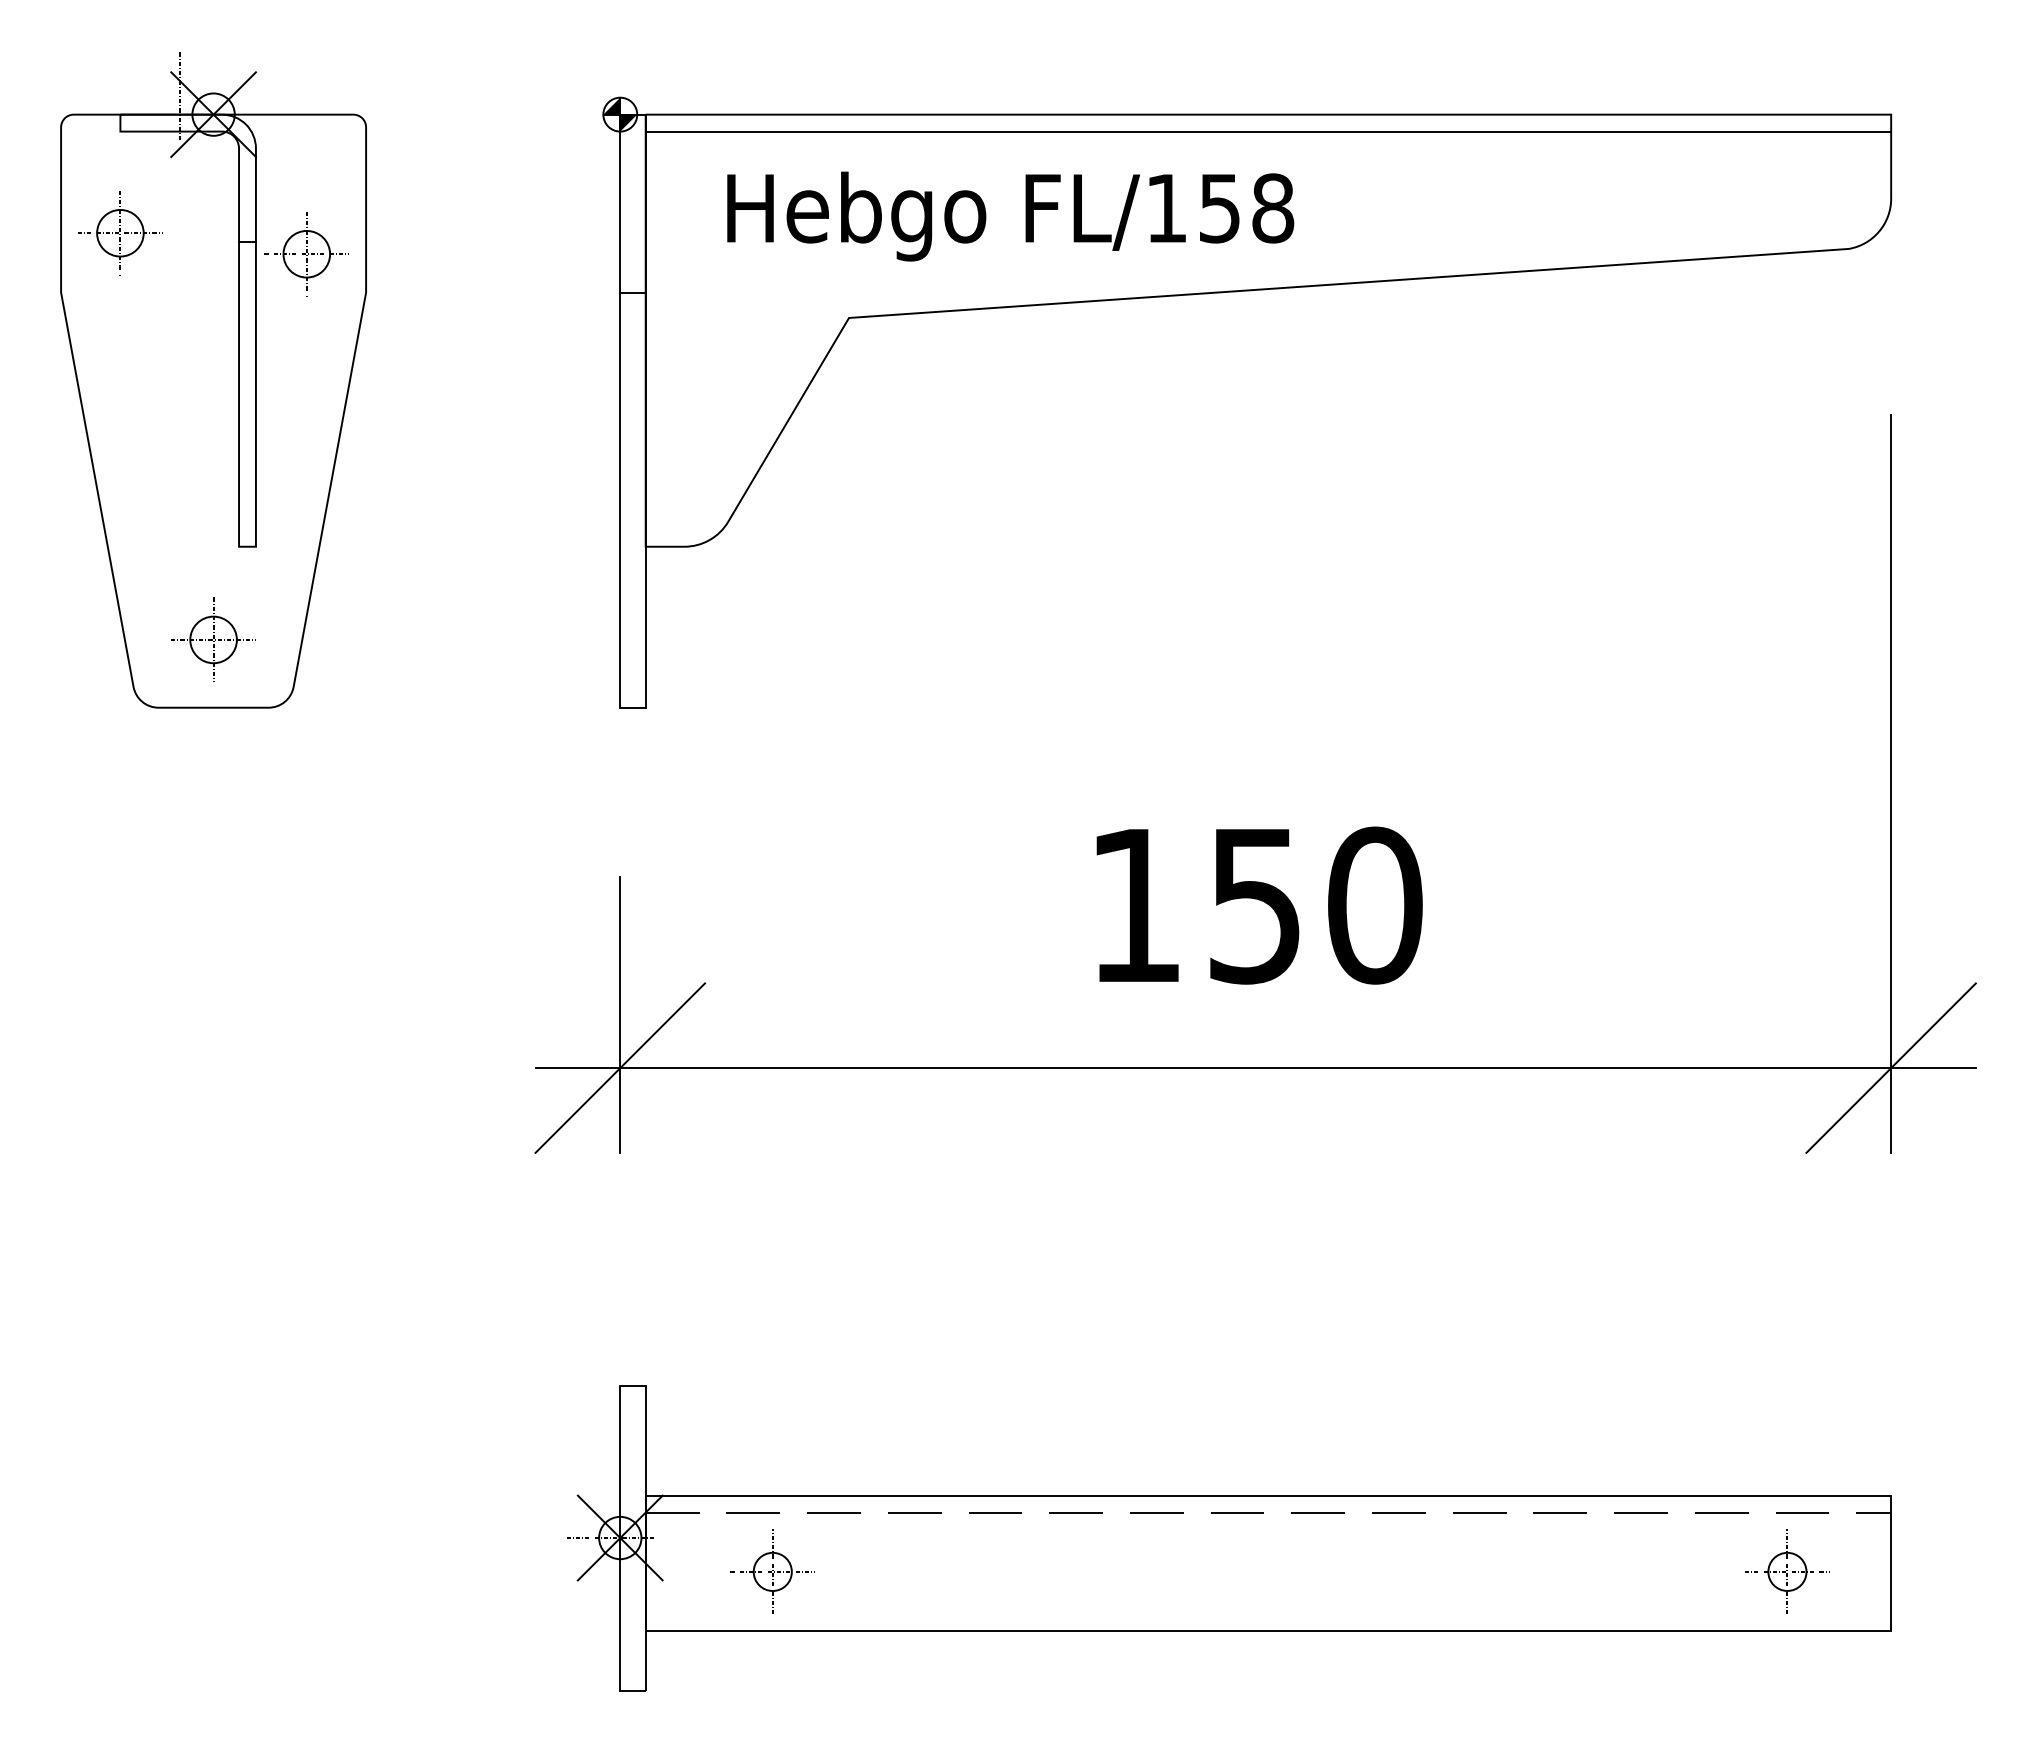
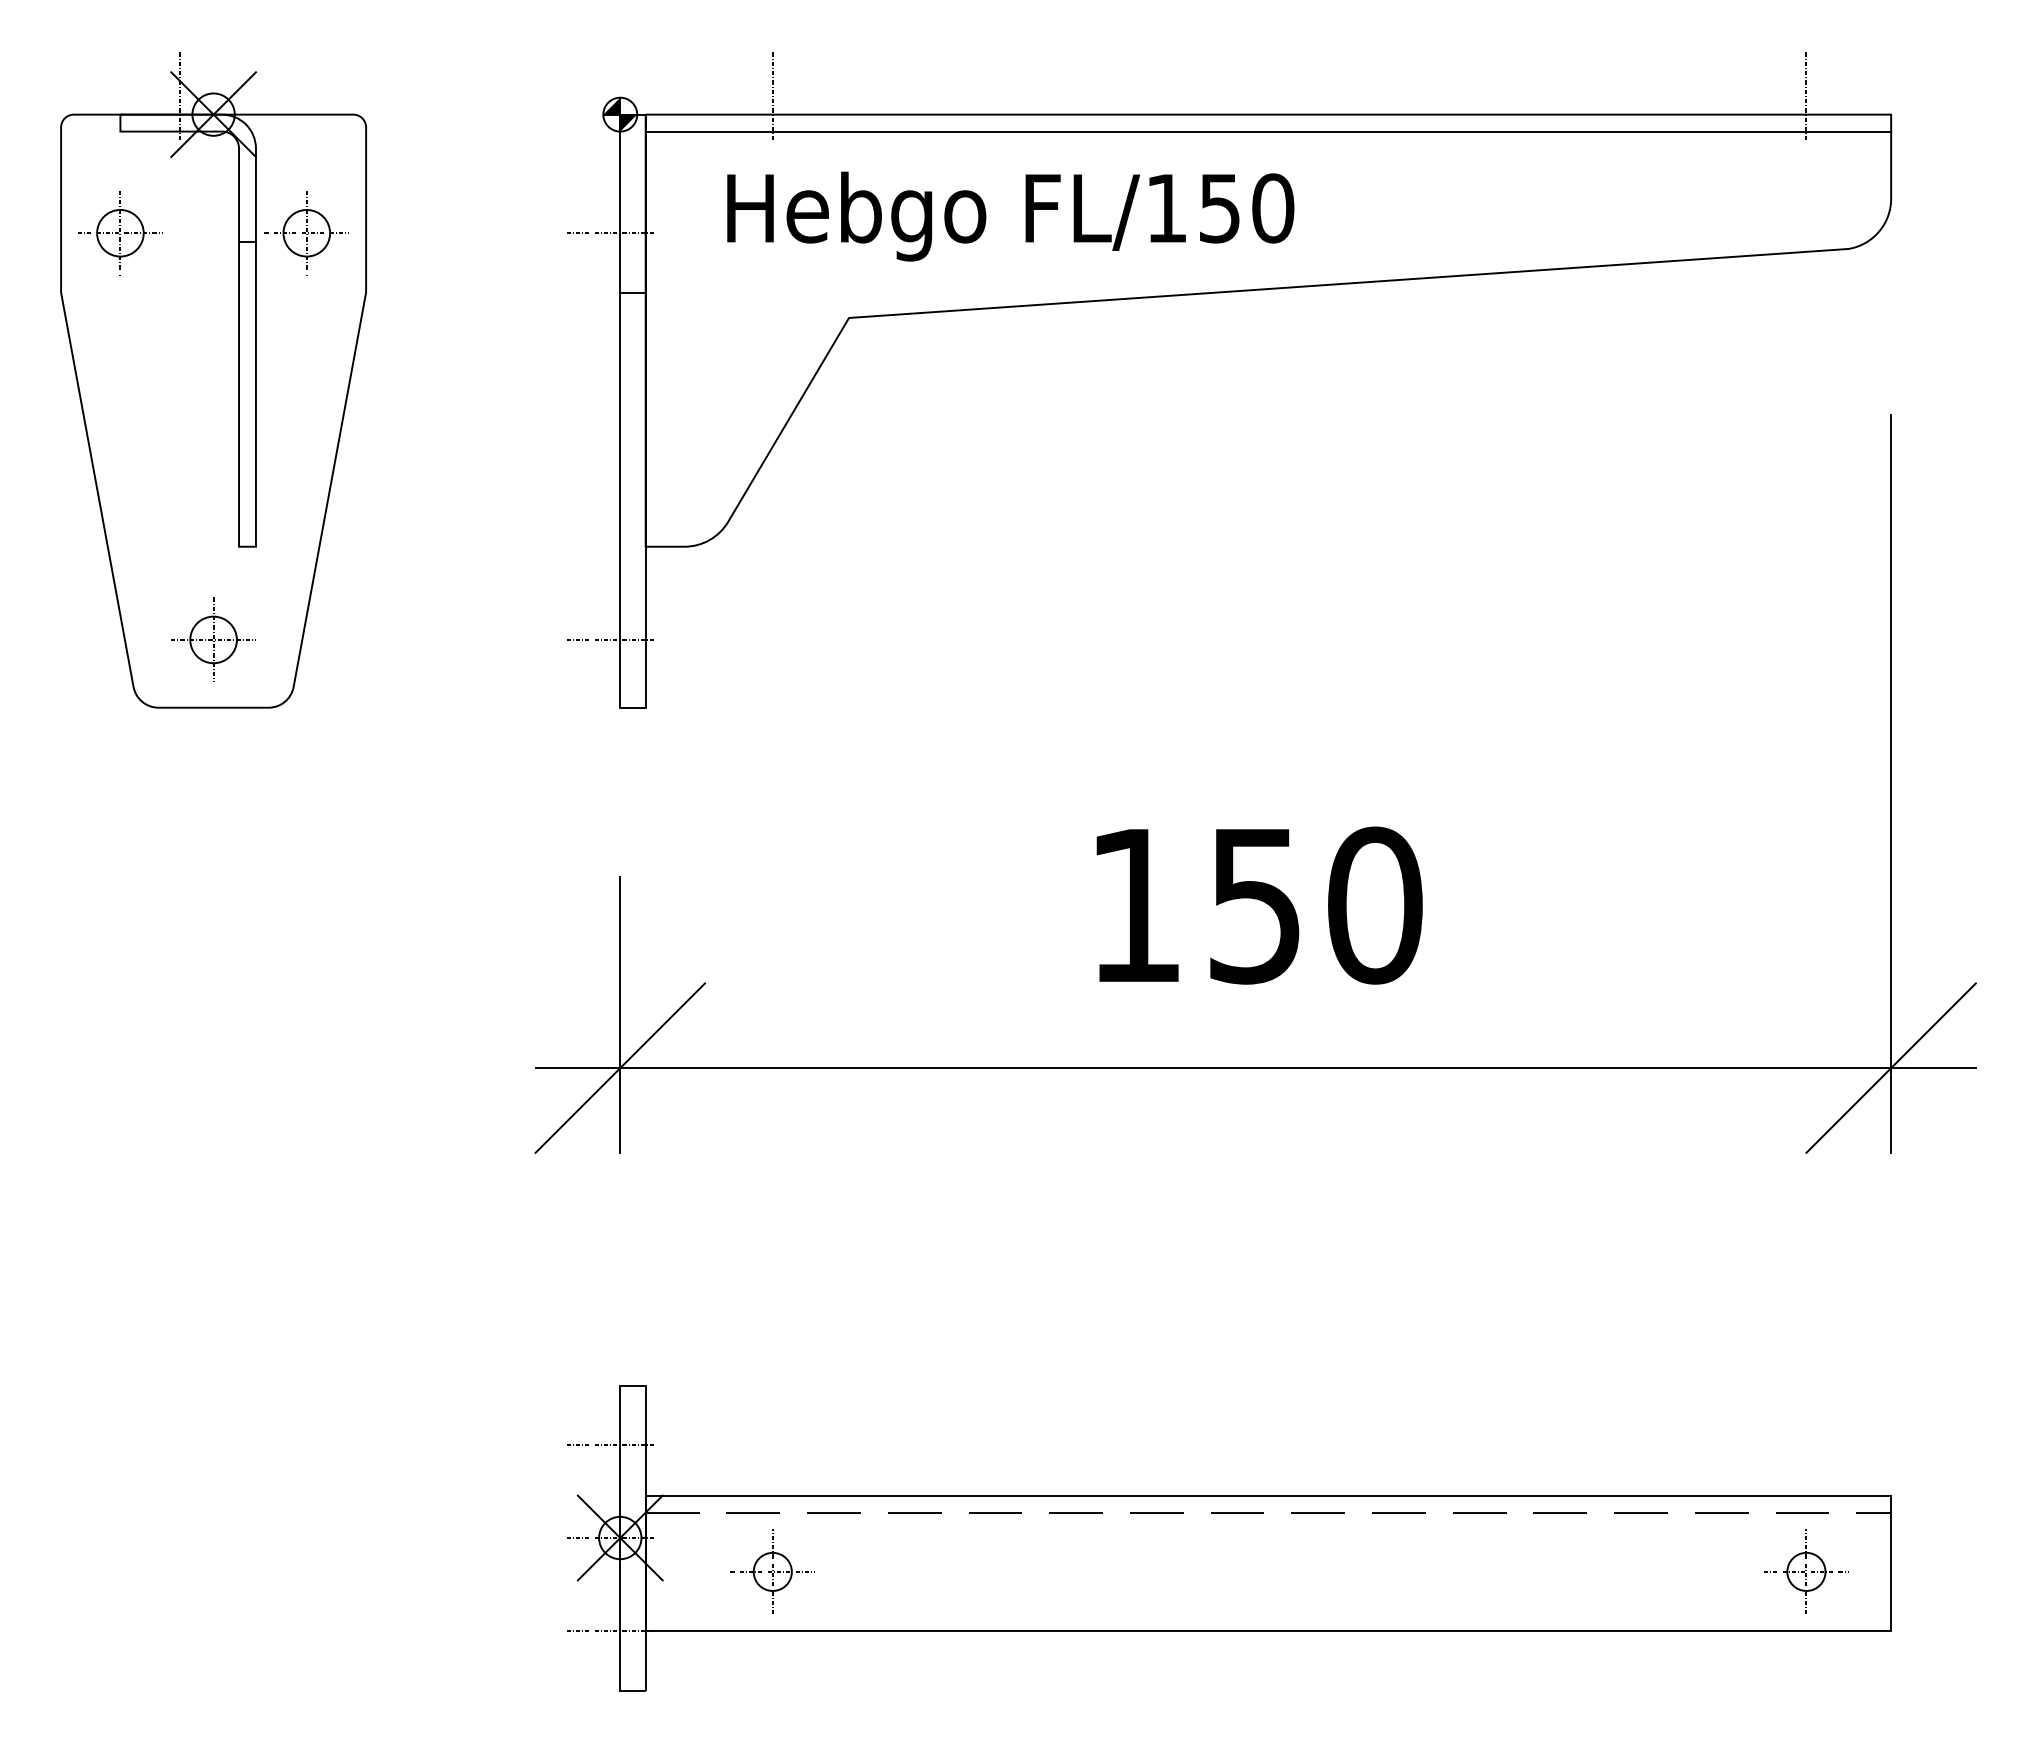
line at (772, 95): none -> present
line at (1806, 95): none -> present
text at (1273, 208): FL/158 -> FL/150
line at (610, 233): none -> present
part at (306, 254) position: (306, 254) -> (306, 233)
line at (610, 639): none -> present
line at (610, 1444): none -> present
part at (1787, 1571) position: (1787, 1571) -> (1806, 1571)
line at (610, 1631): none -> present
